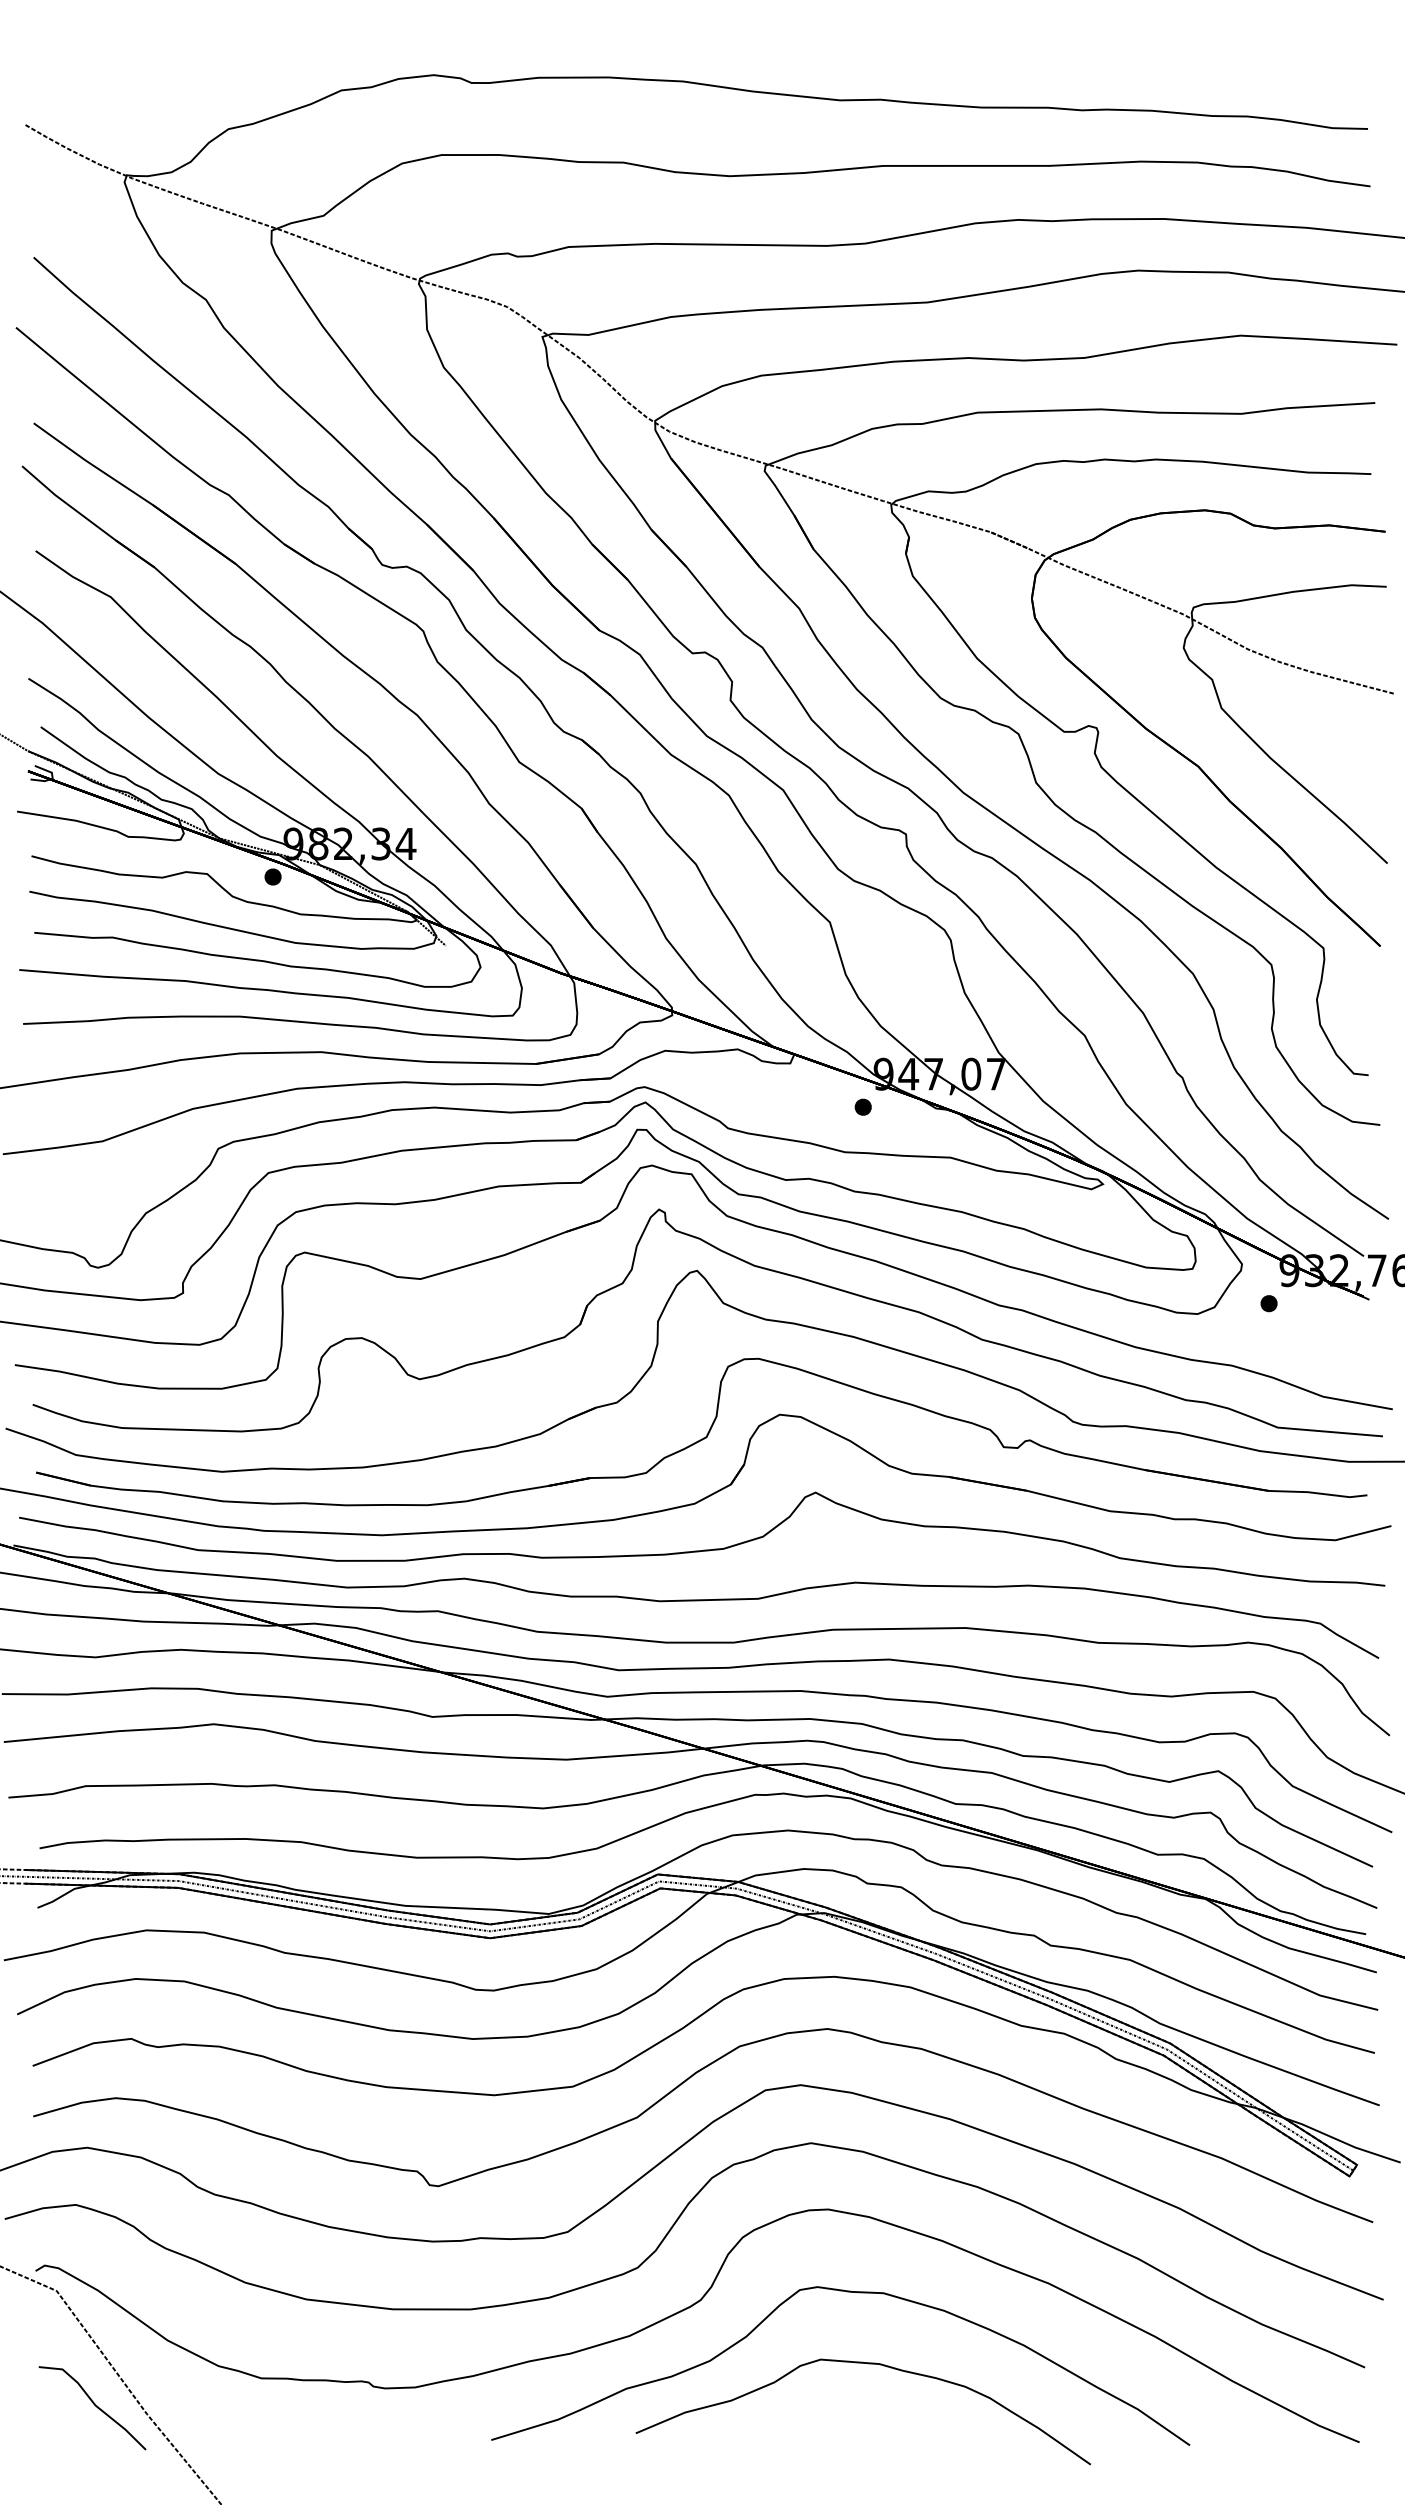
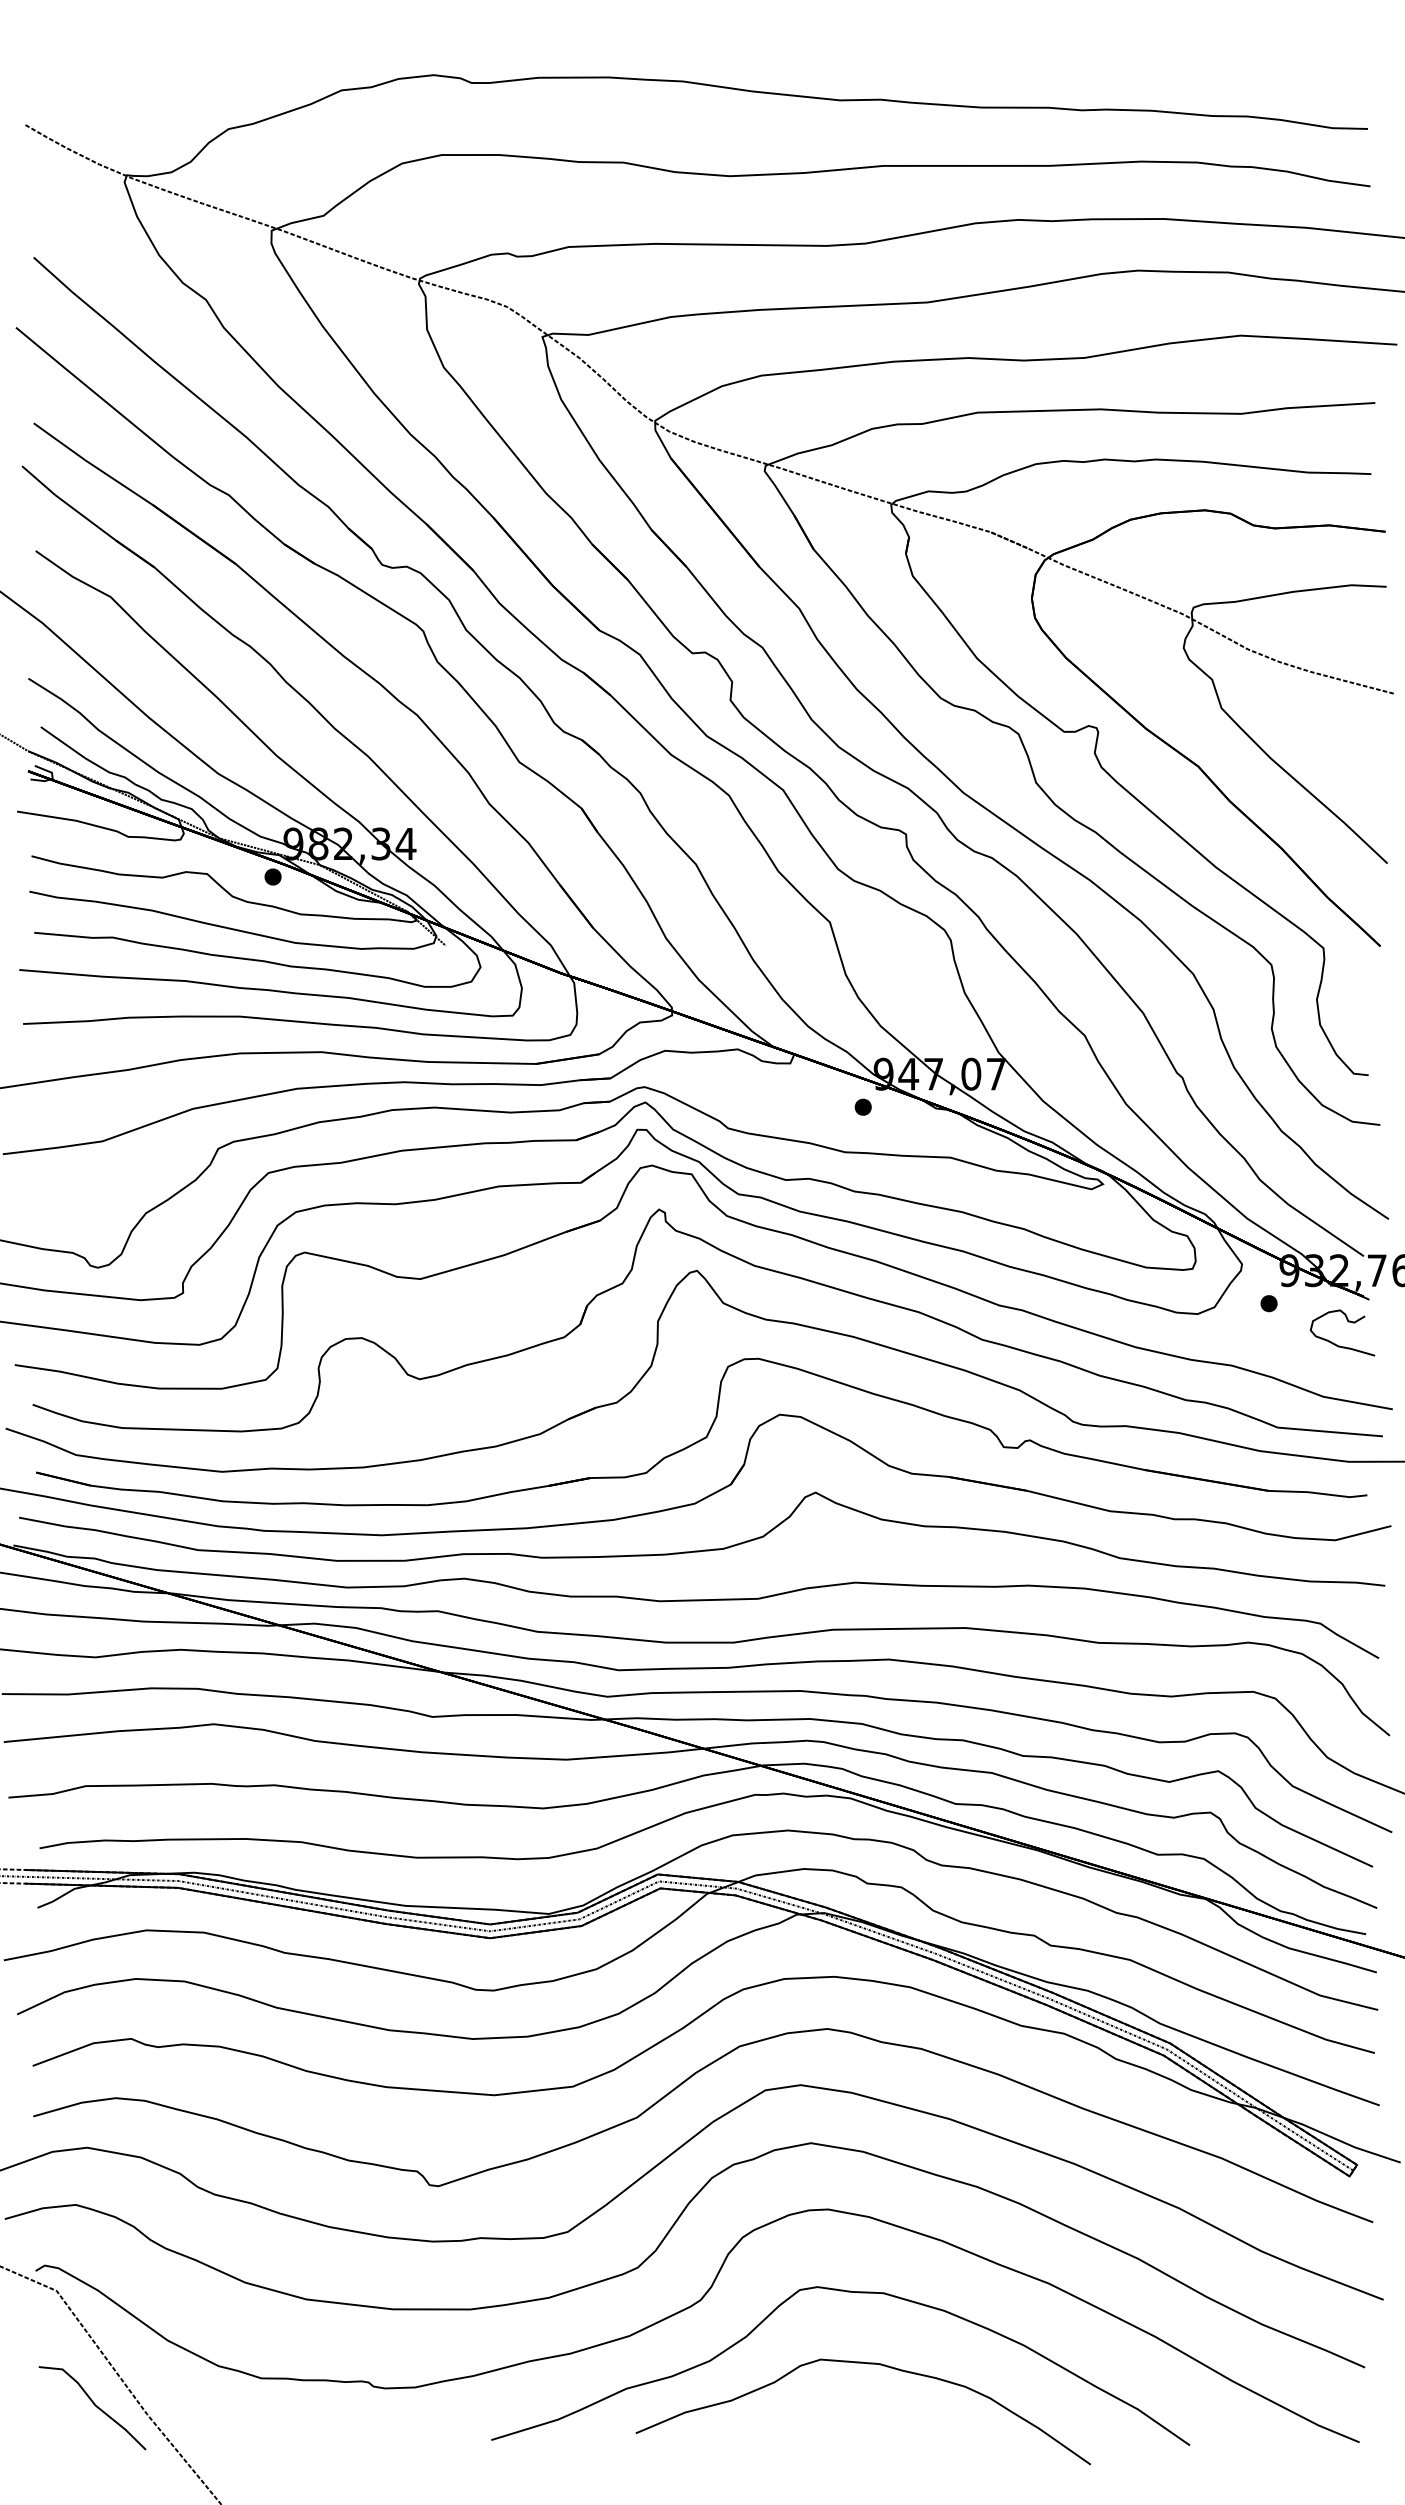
curve at (1348, 1322): none -> present
